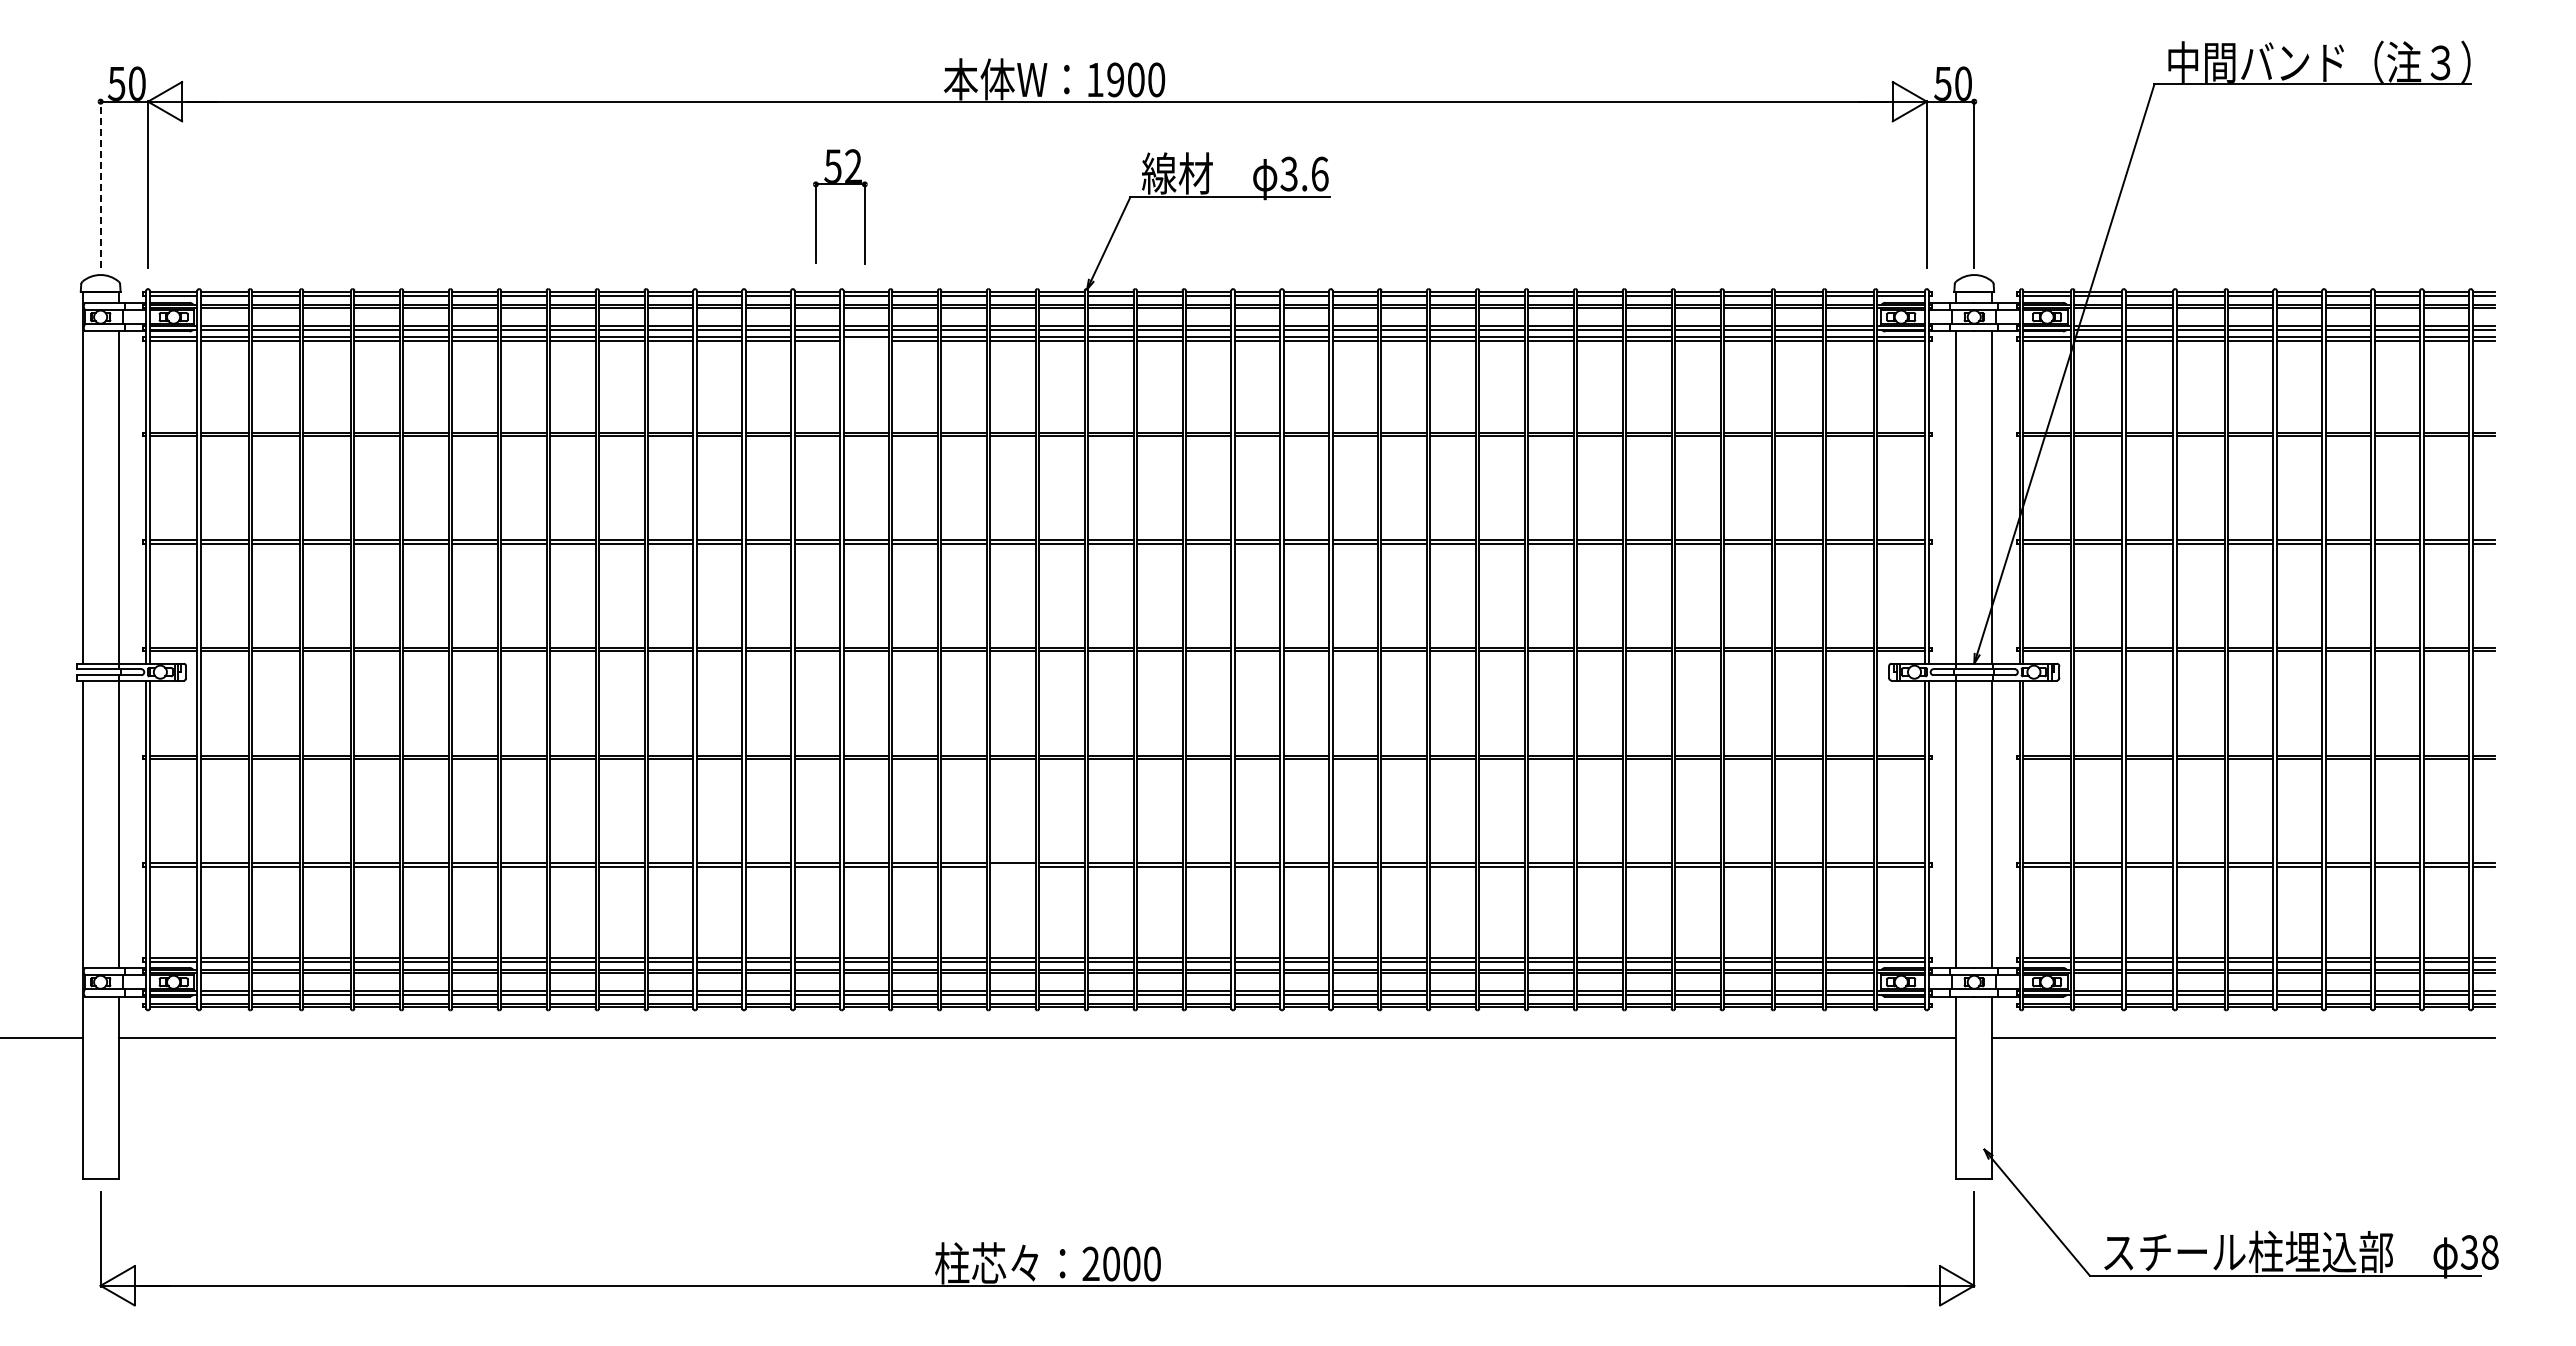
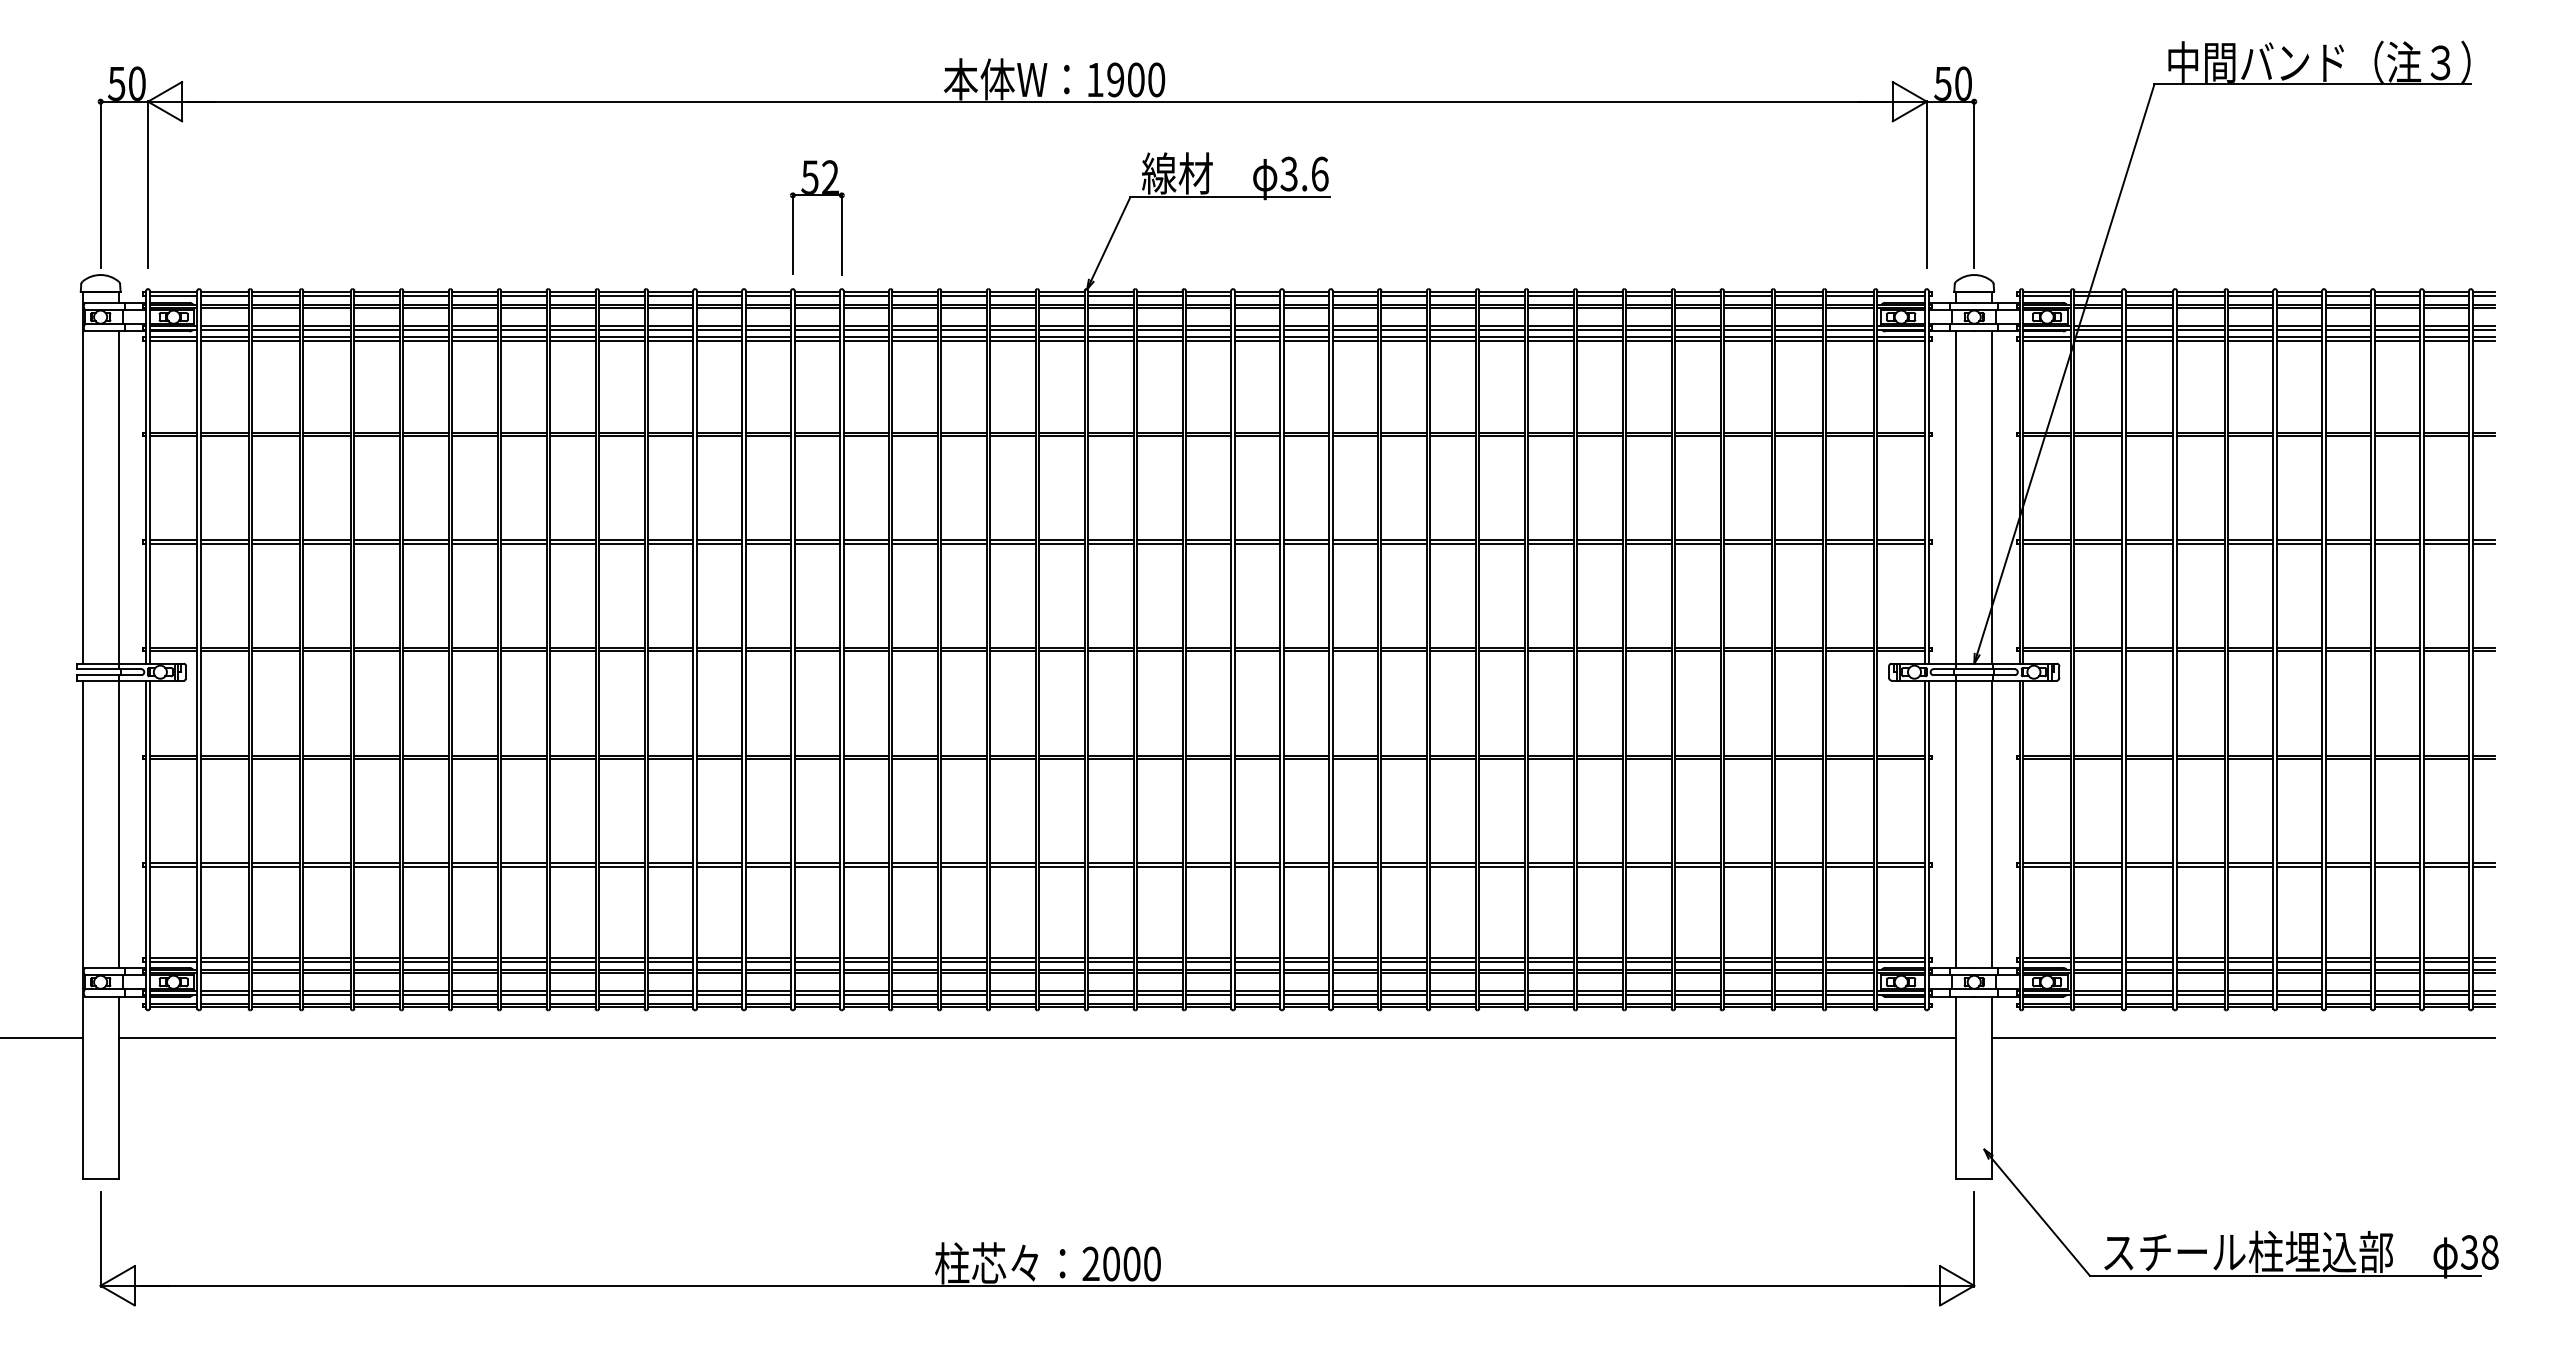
line at (100, 183): dashed -> solid
part at (840, 184) position: (840, 184) -> (817, 195)
line at (866, 340): none -> present
line at (1012, 866): none -> present
